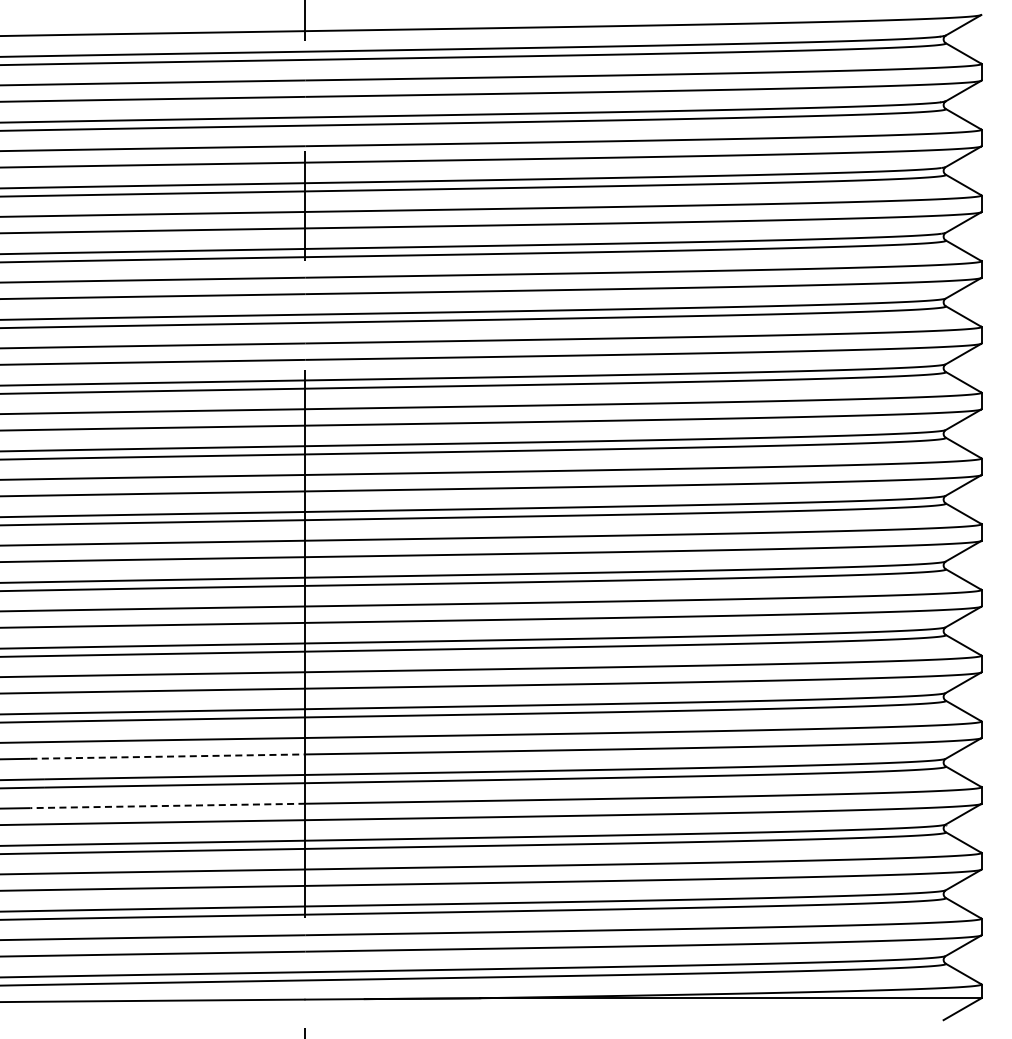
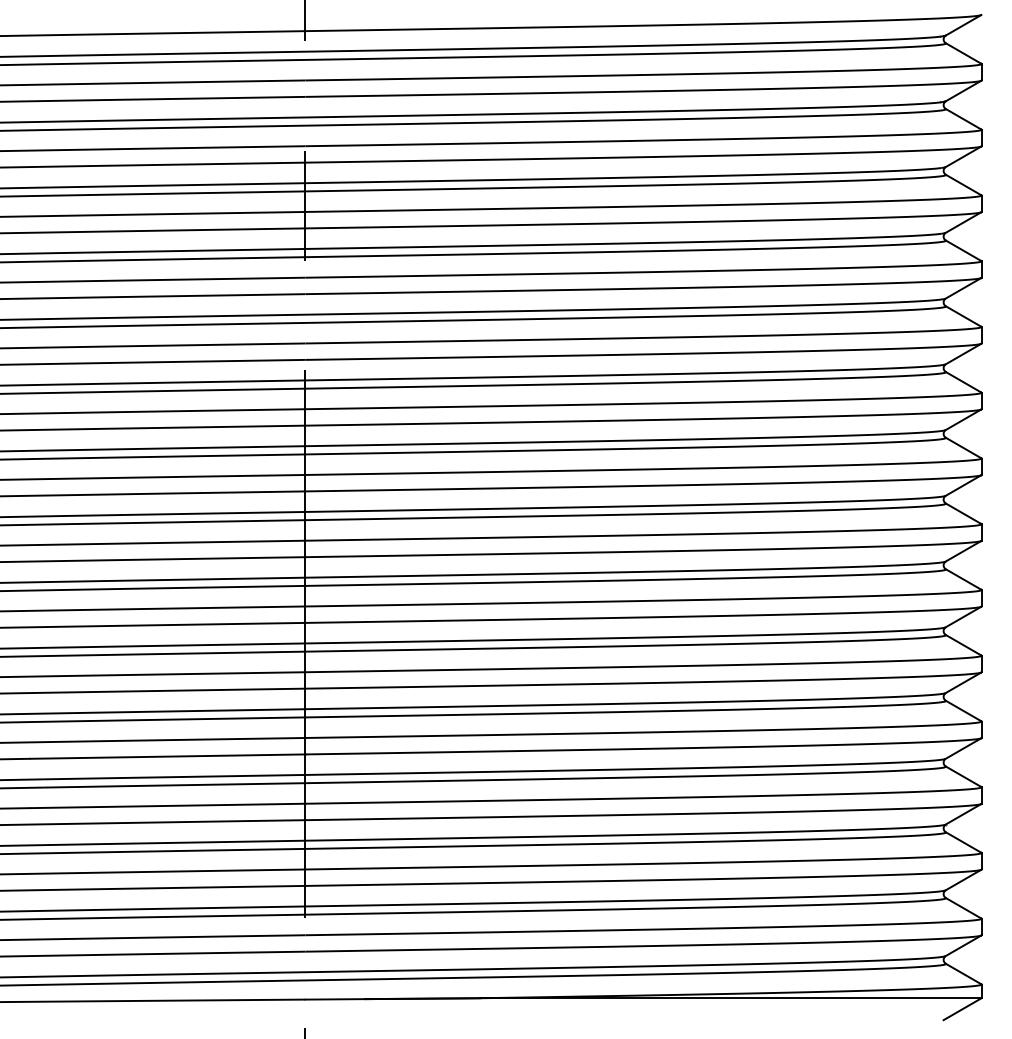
line at (167, 756): dashed -> solid
line at (167, 805): dashed -> solid
